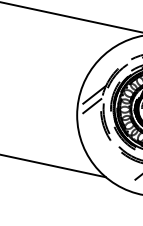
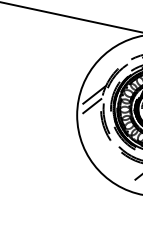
line at (53, 166): present -> none
